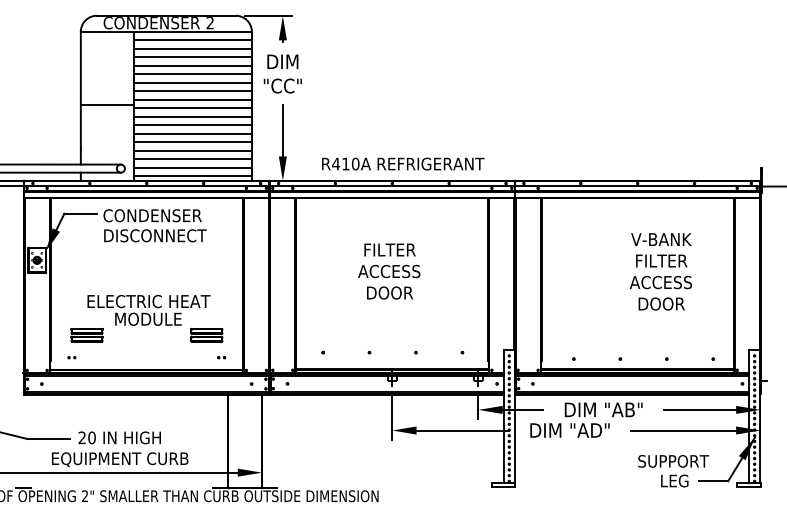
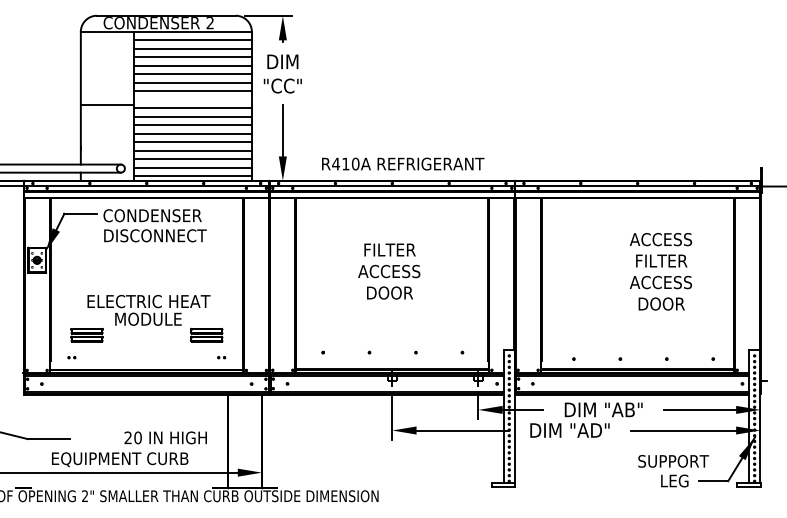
line at (192, 99): present -> none
text at (660, 239): V-BANK -> ACCESS
text at (119, 437) position: (119, 437) -> (165, 437)
